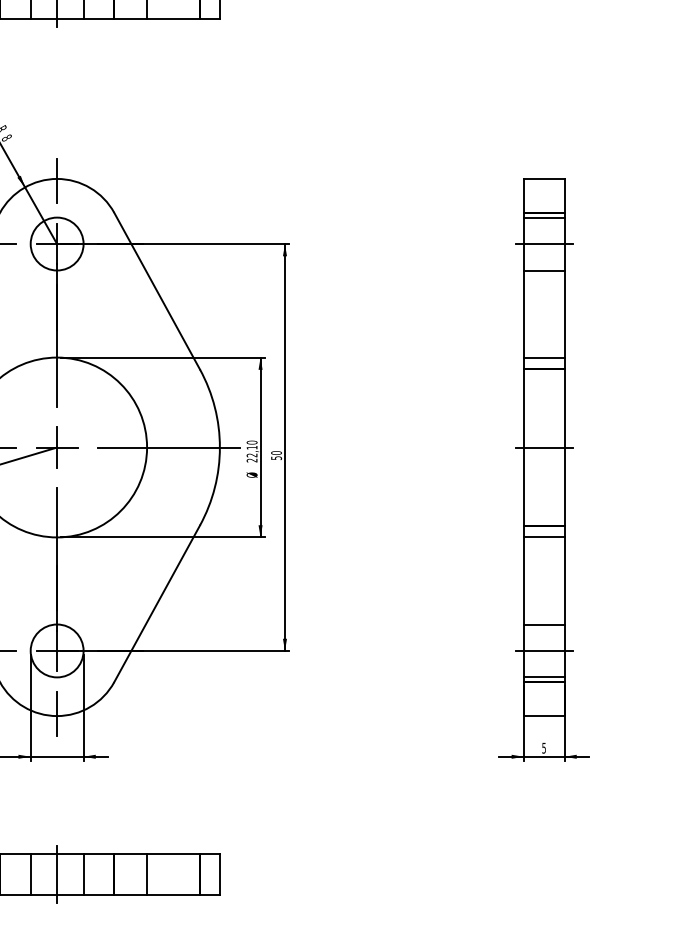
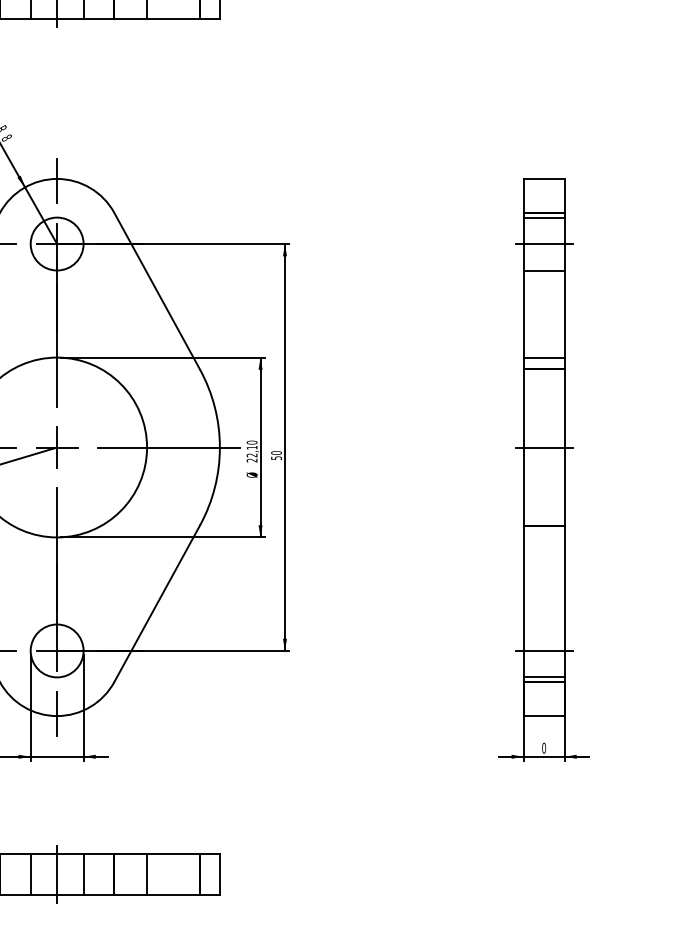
line at (543, 537): present -> none
line at (543, 624): present -> none
text at (544, 748): 5 -> 0
